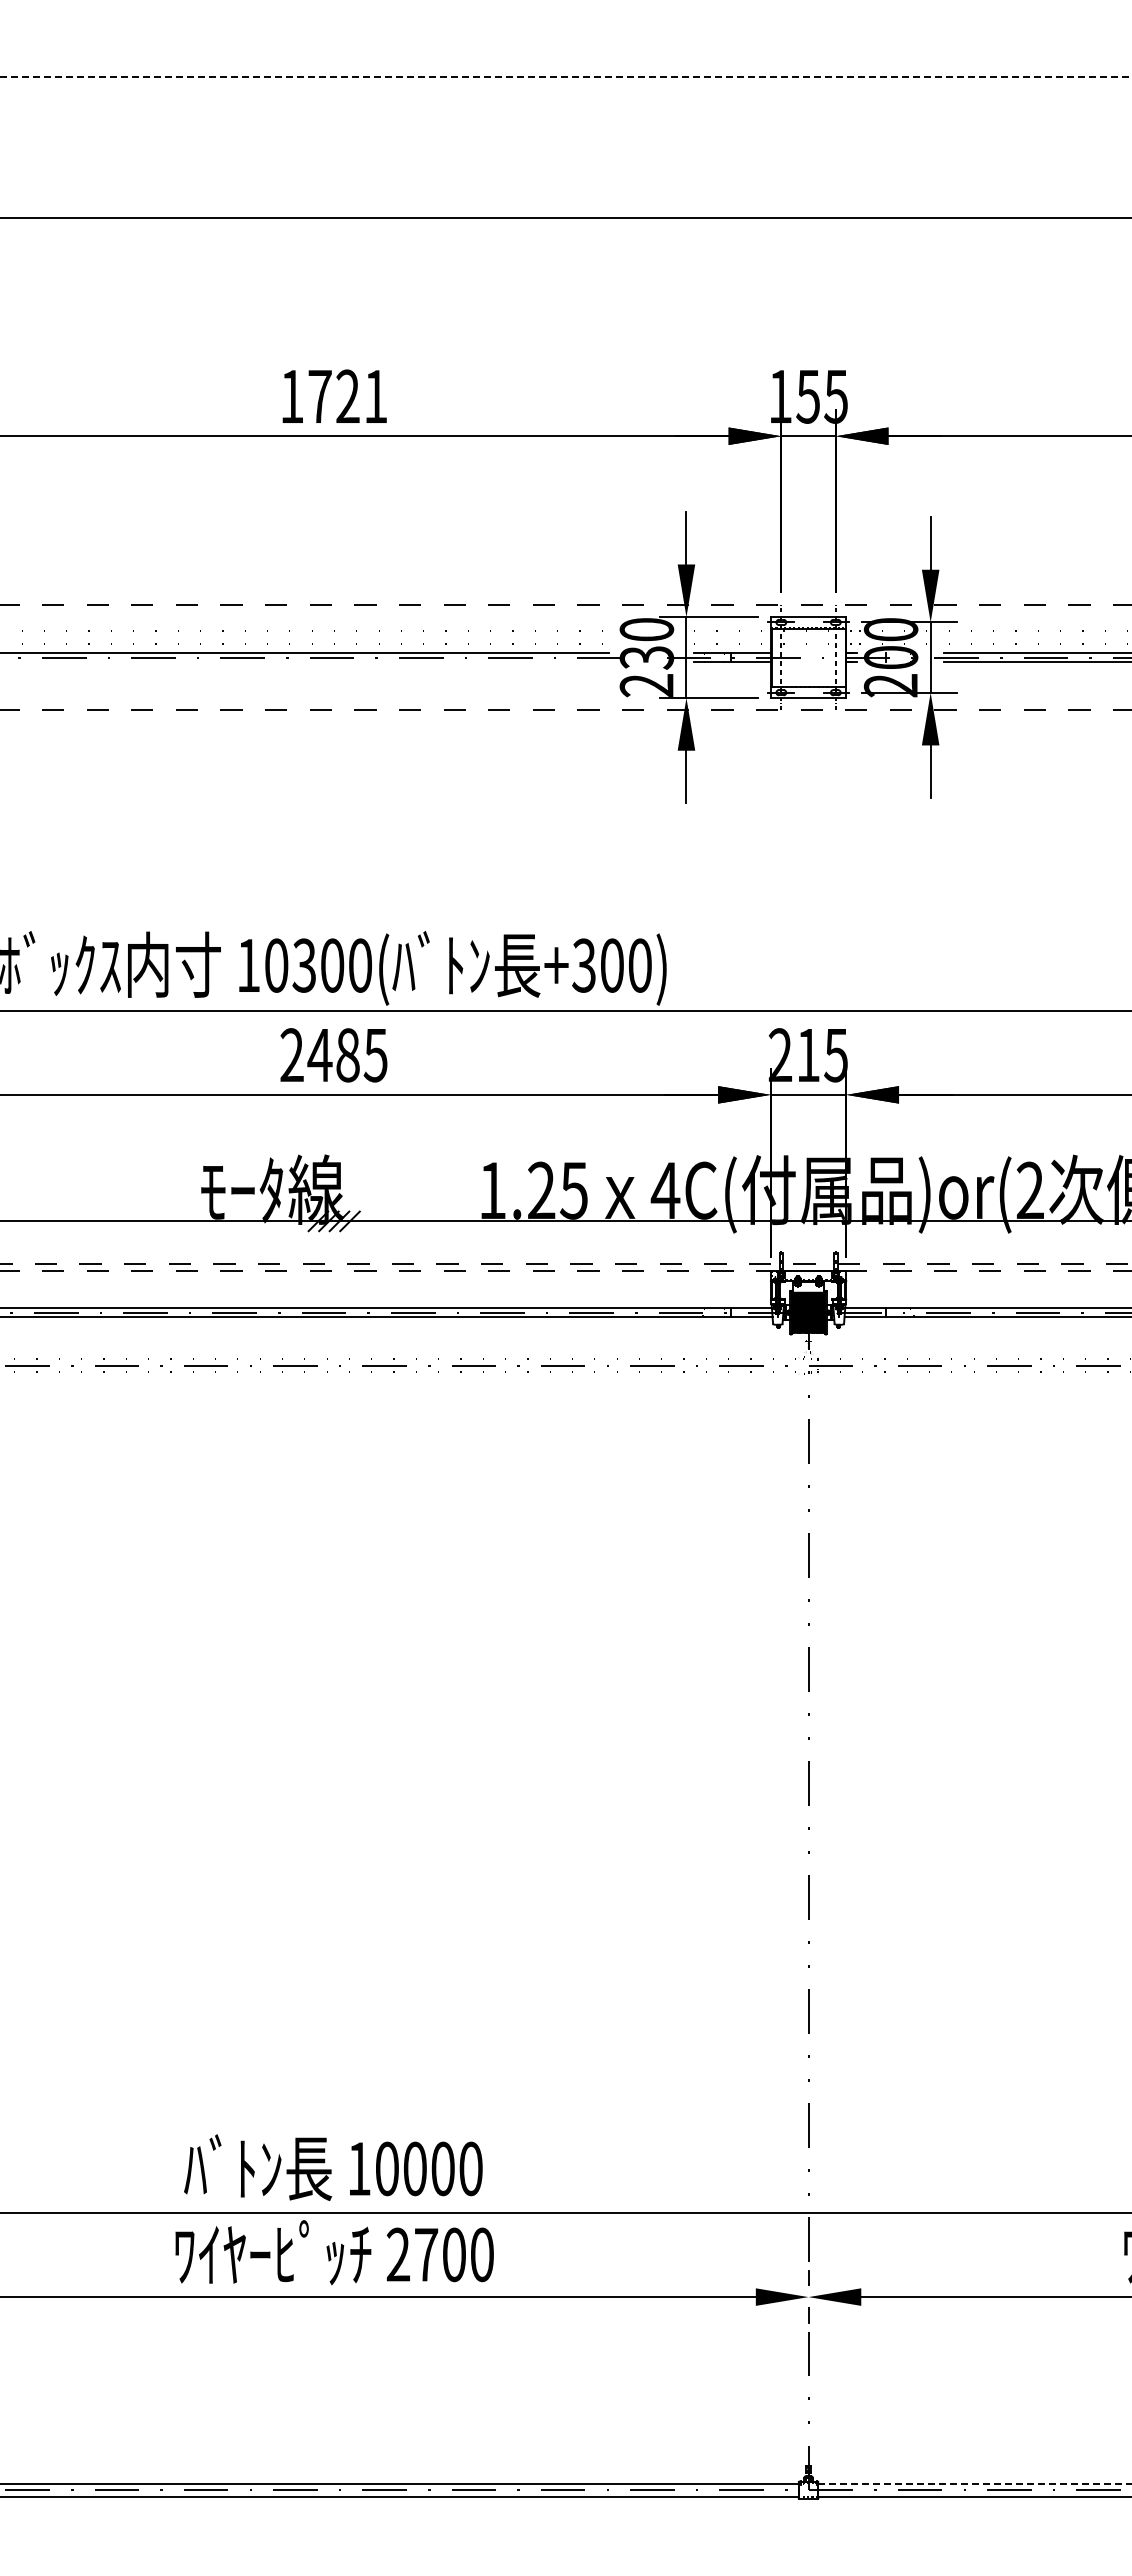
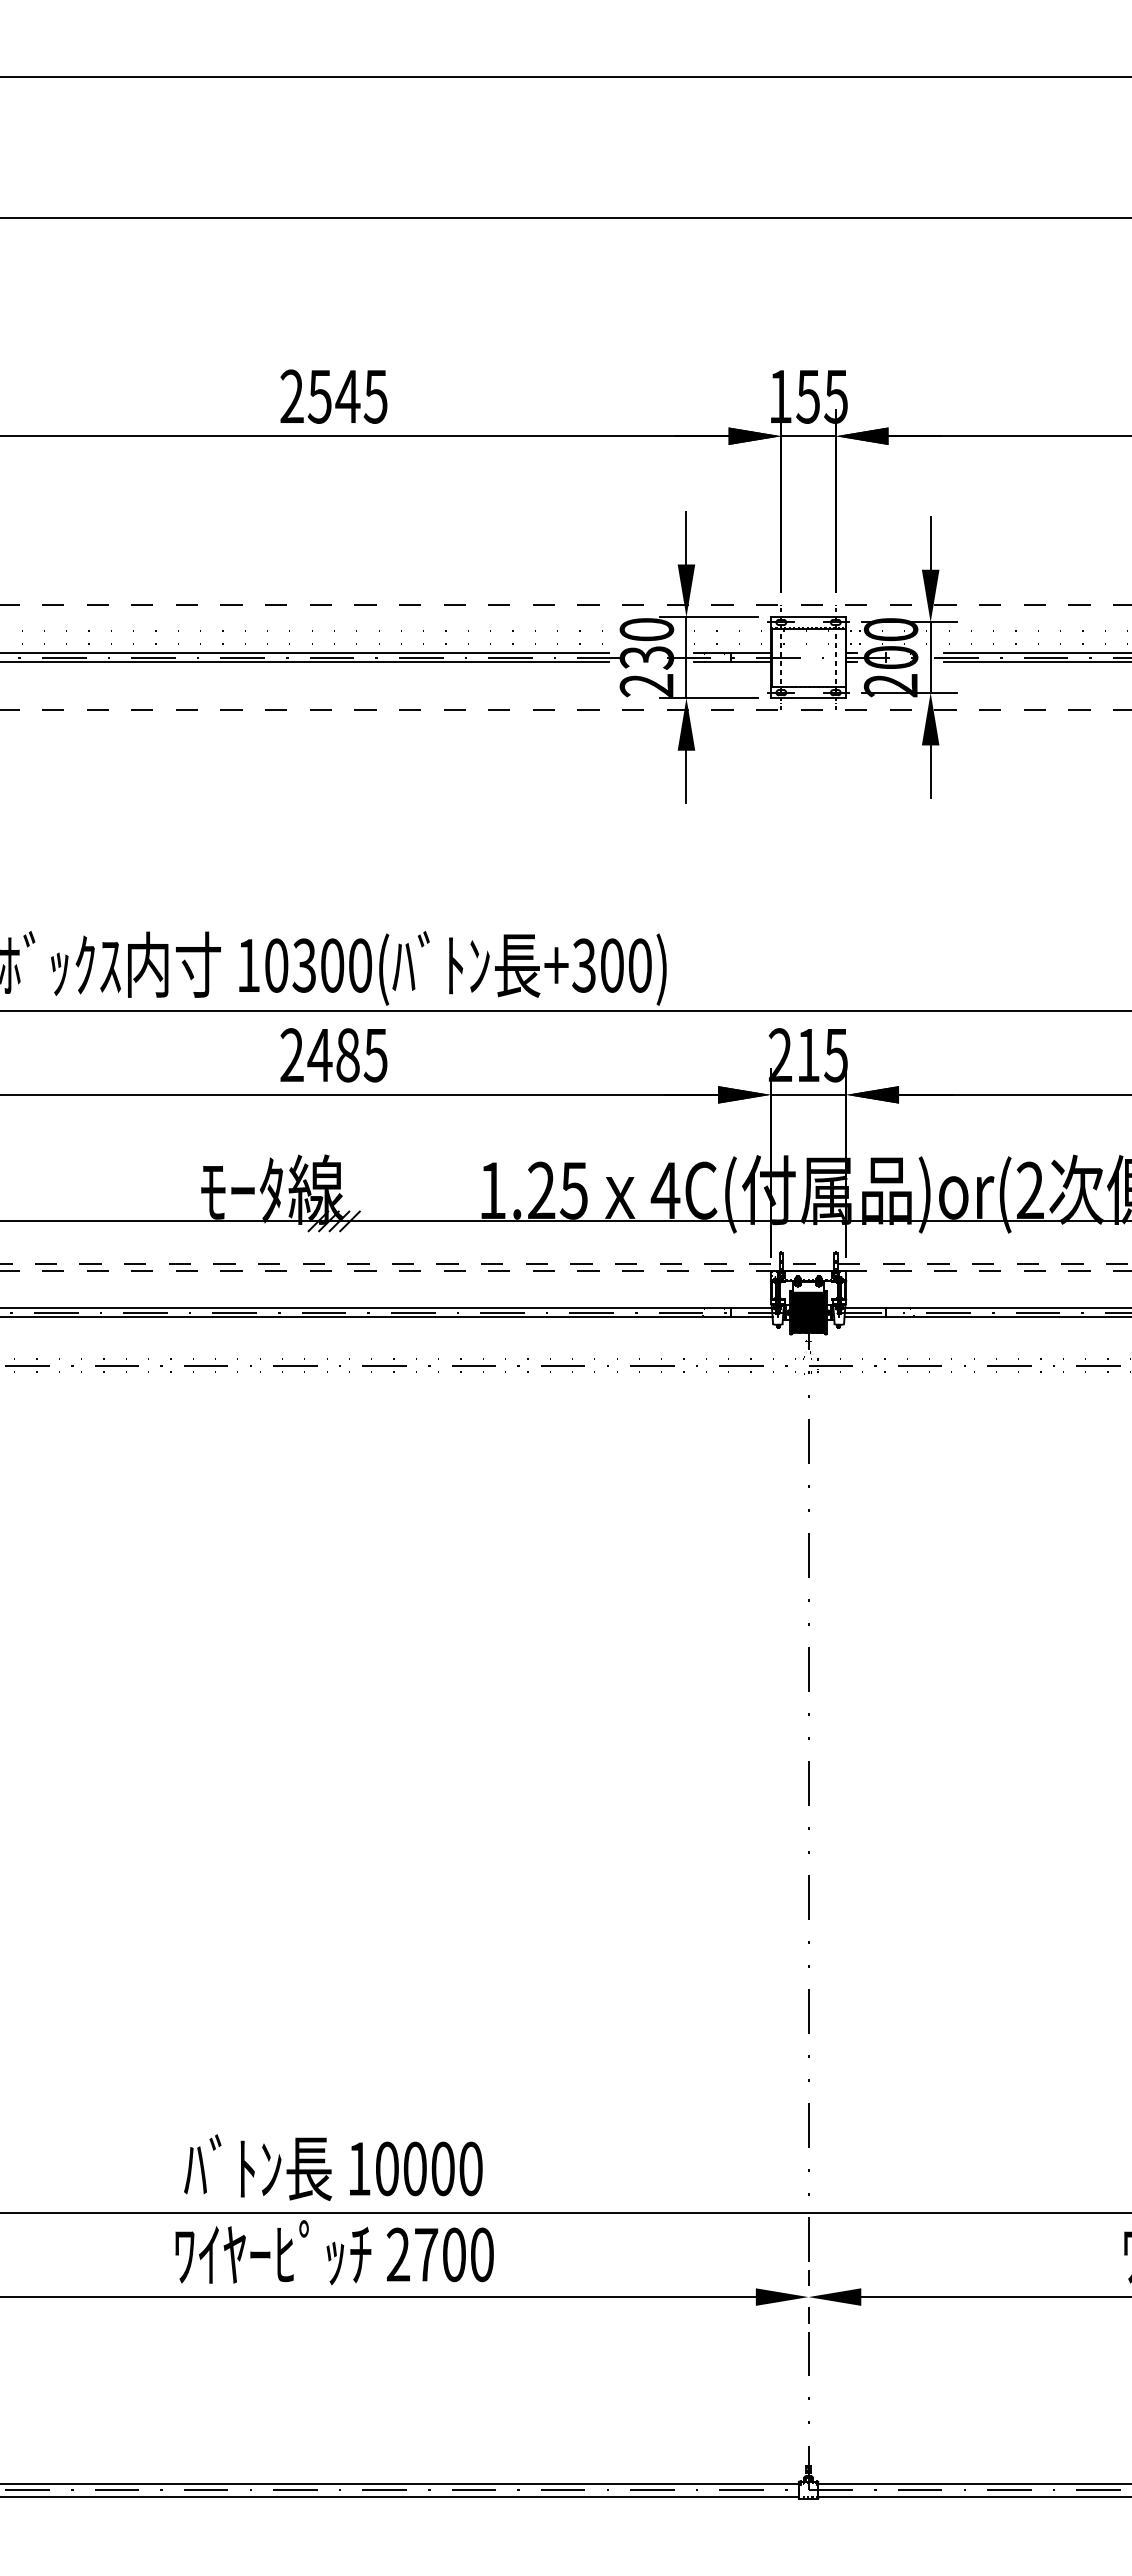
line at (566, 77): dashed -> solid
text at (333, 396): 1721 -> 2545
line at (305, 661): none -> present
line at (975, 2483): dashed -> solid
